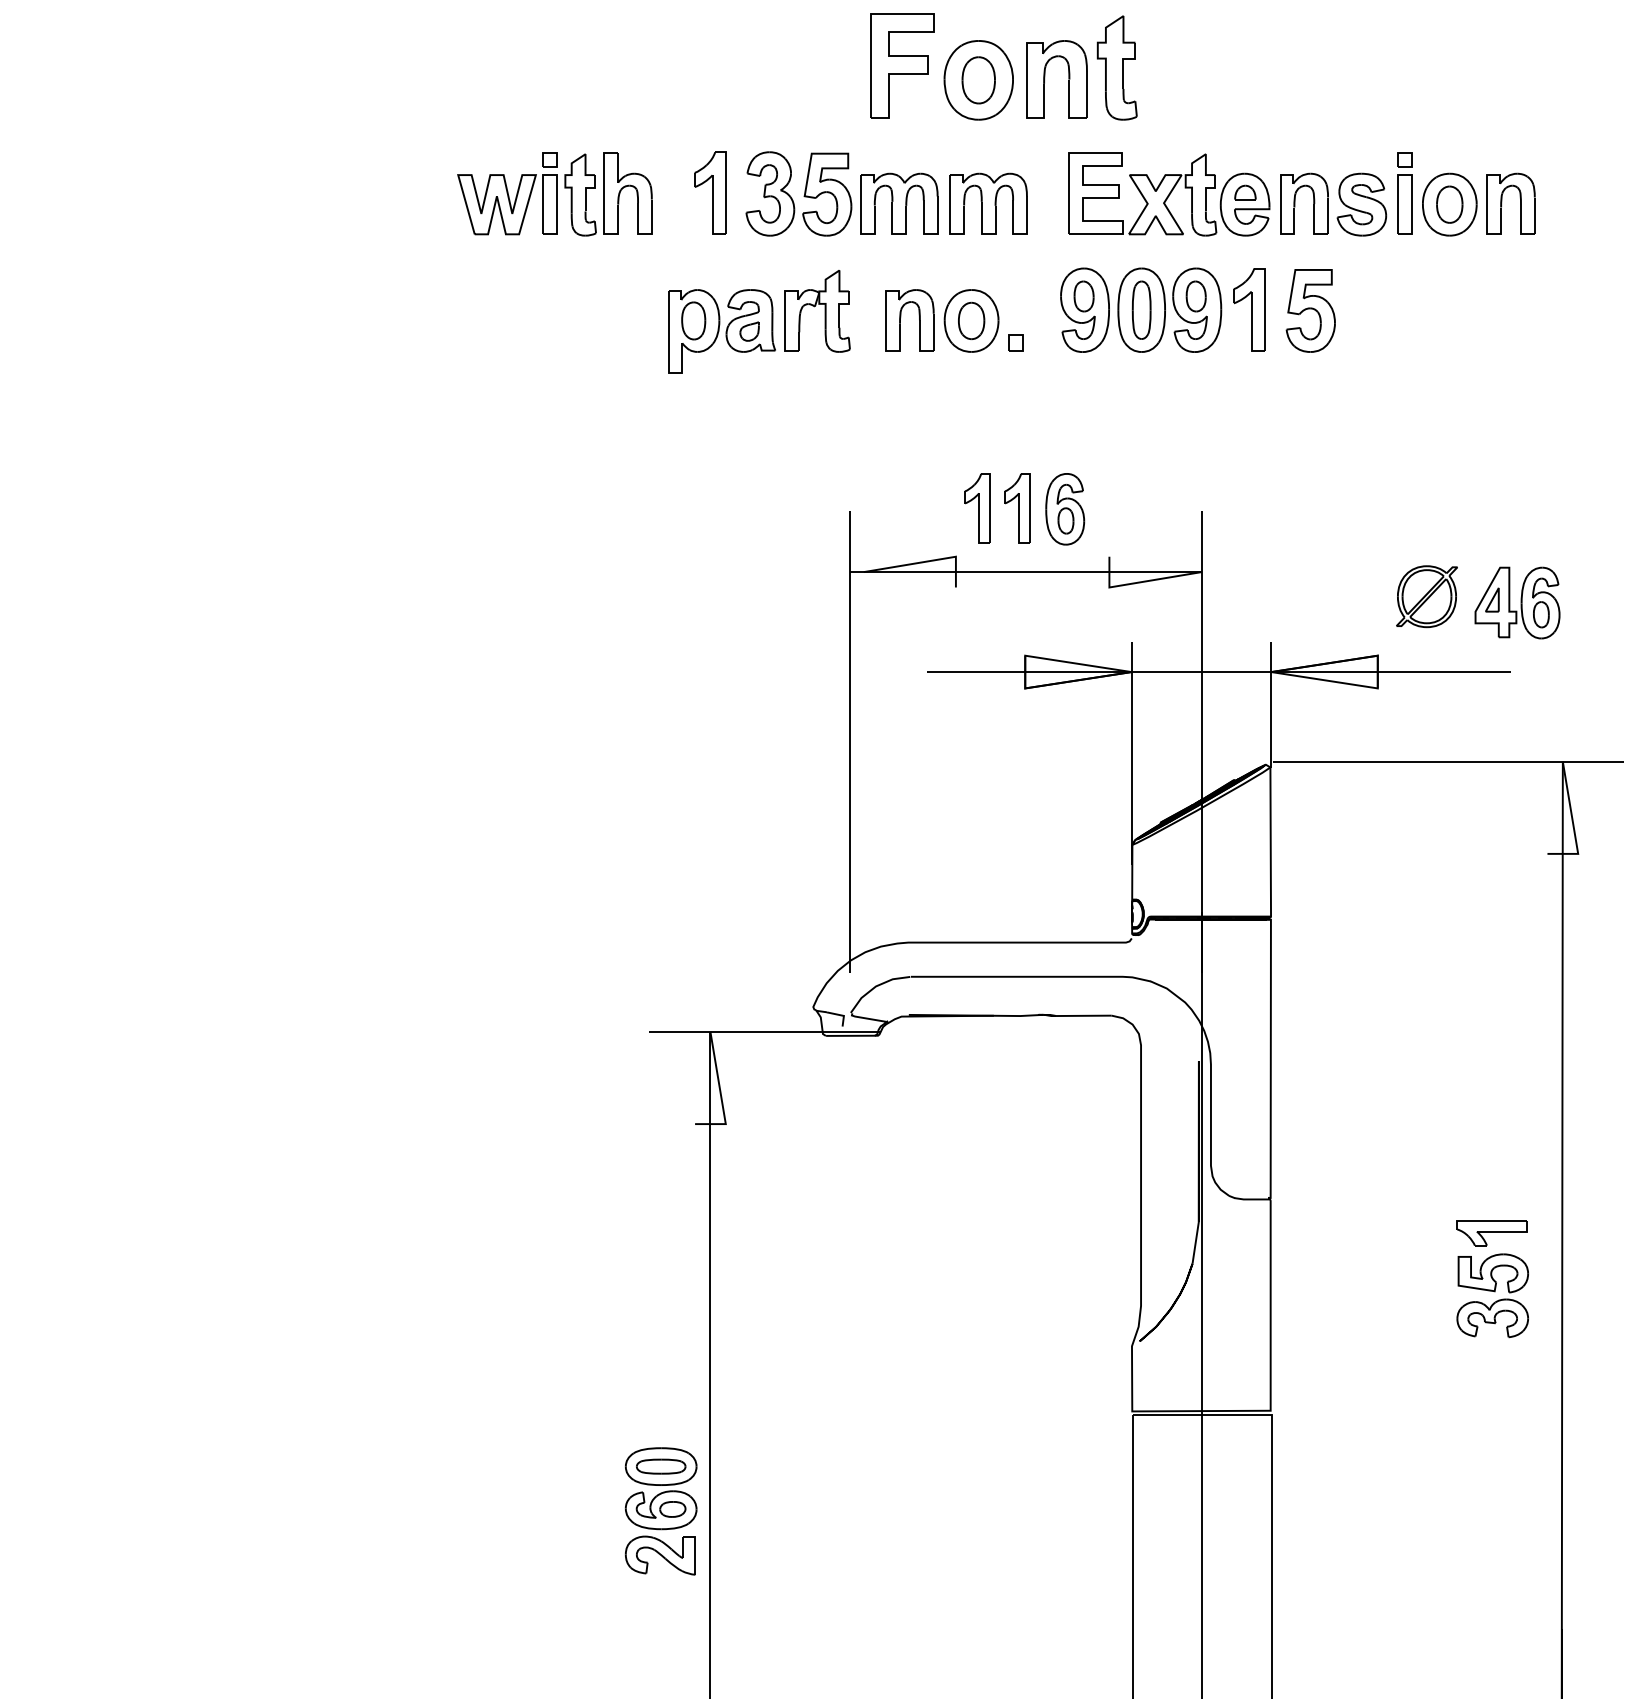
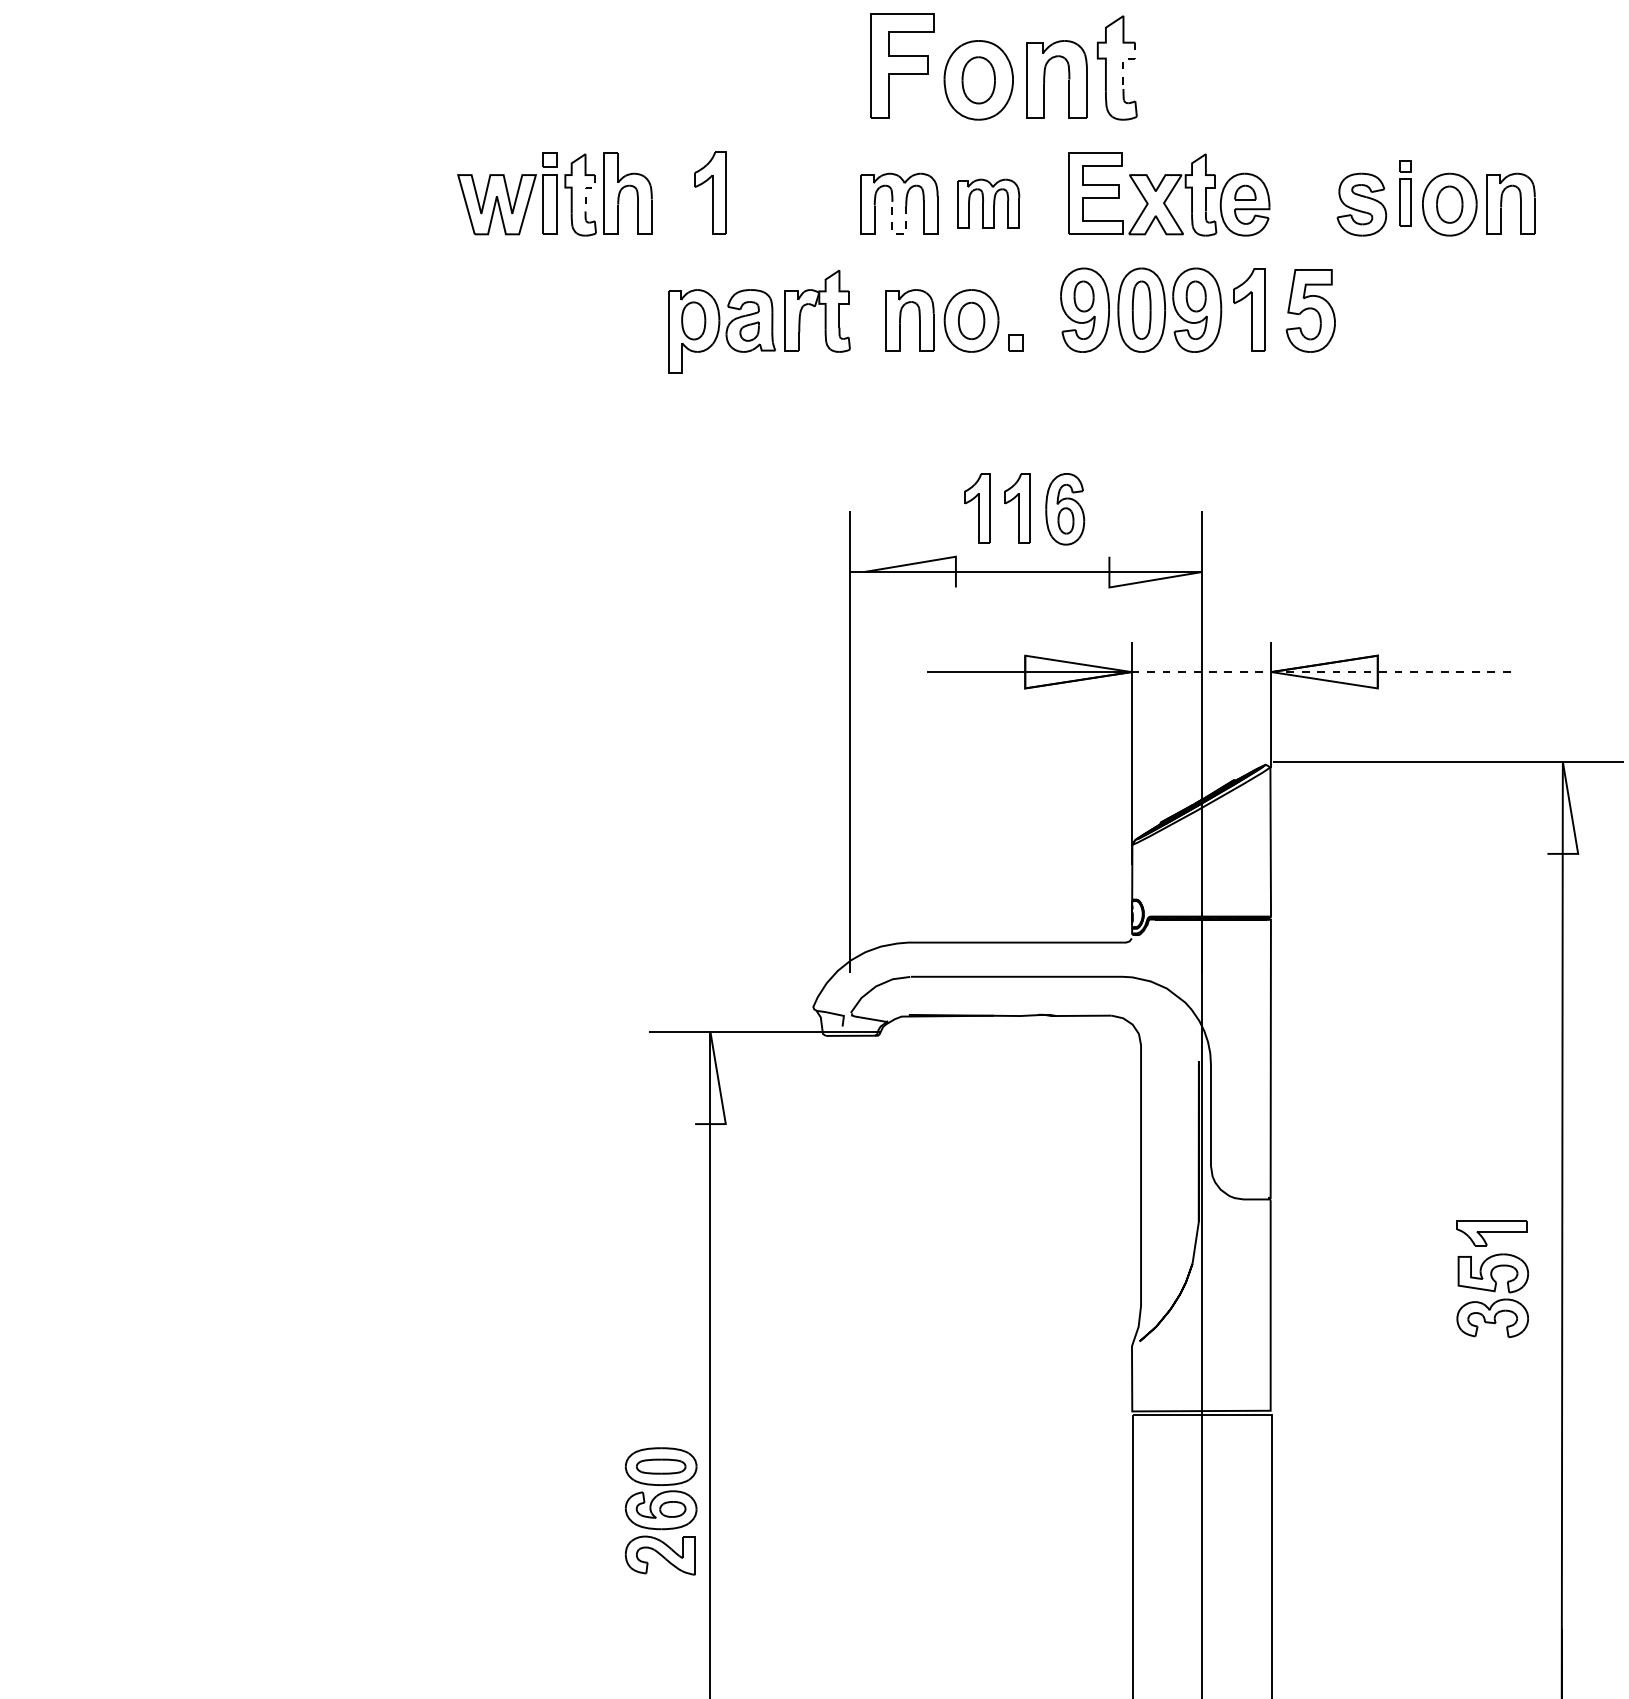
line at (1123, 59): solid -> dashed
line at (585, 187): solid -> dashed
part at (798, 193): present -> none
part at (1404, 193) size: 16x83 px -> 13x67 px
part at (988, 203) size: 79x63 px -> 64x51 px
part at (1295, 203): present -> none
line at (897, 234): solid -> dashed
part at (1426, 596): present -> none
part at (1517, 602): present -> none
line at (1321, 672): solid -> dashed
